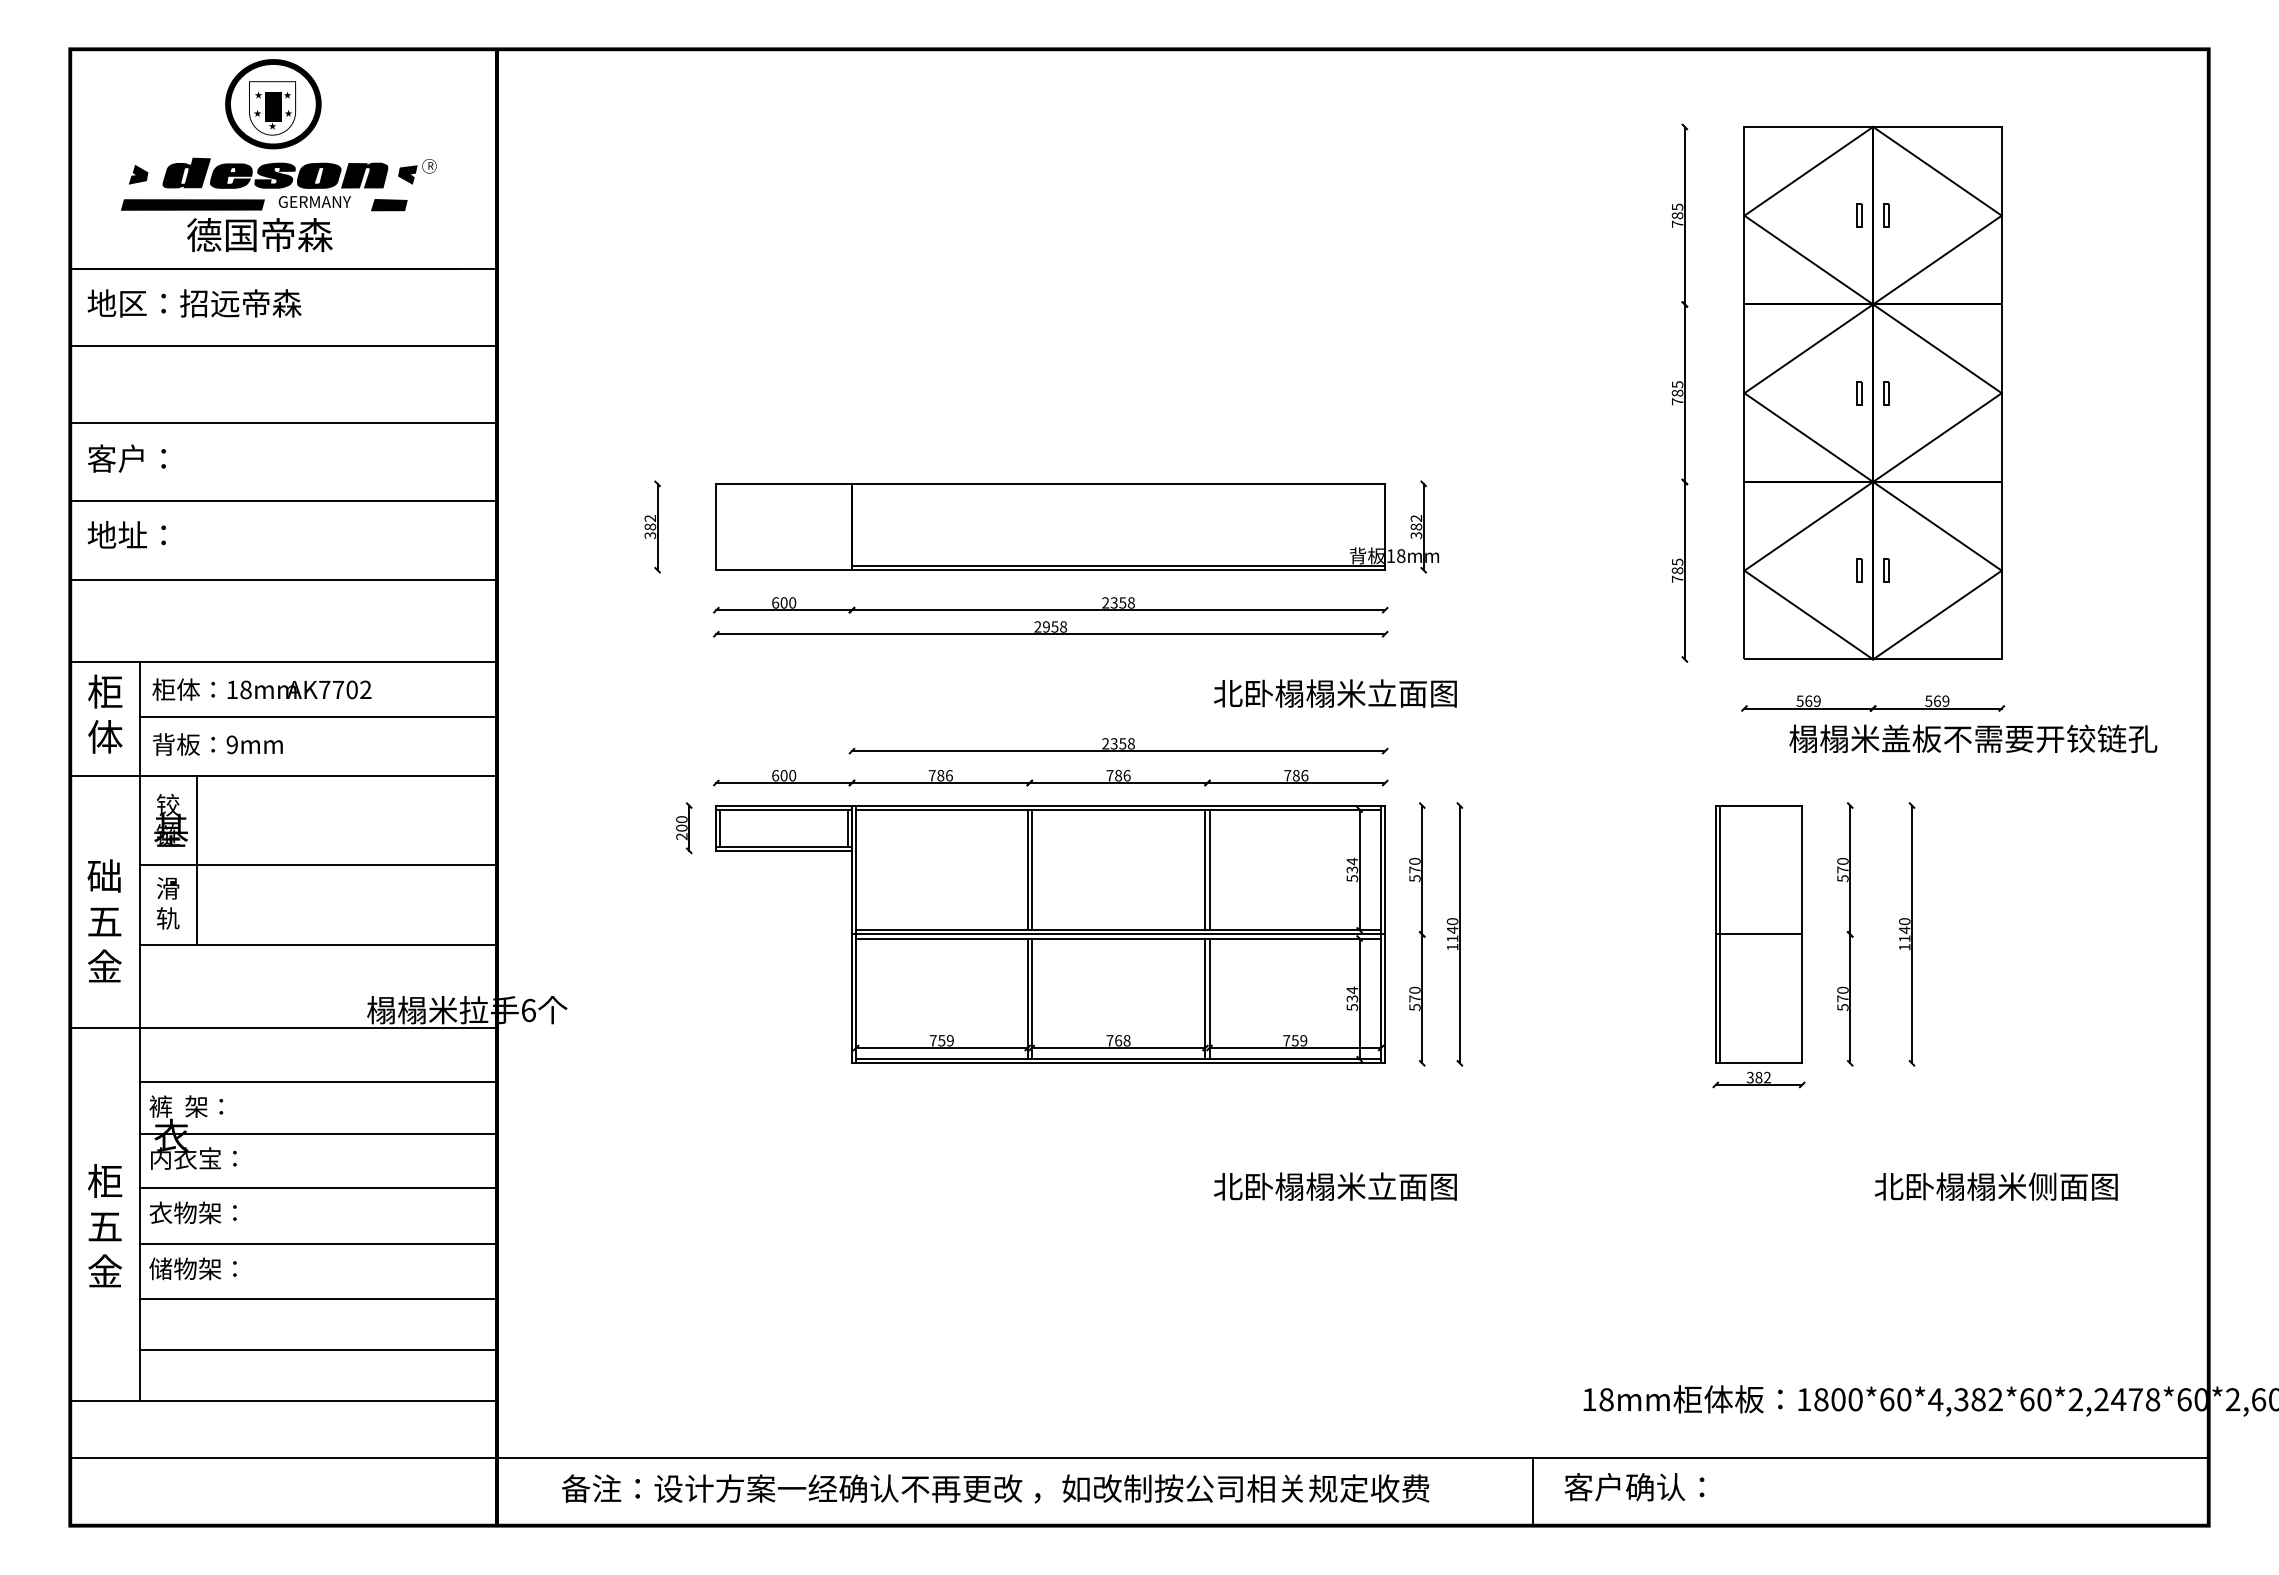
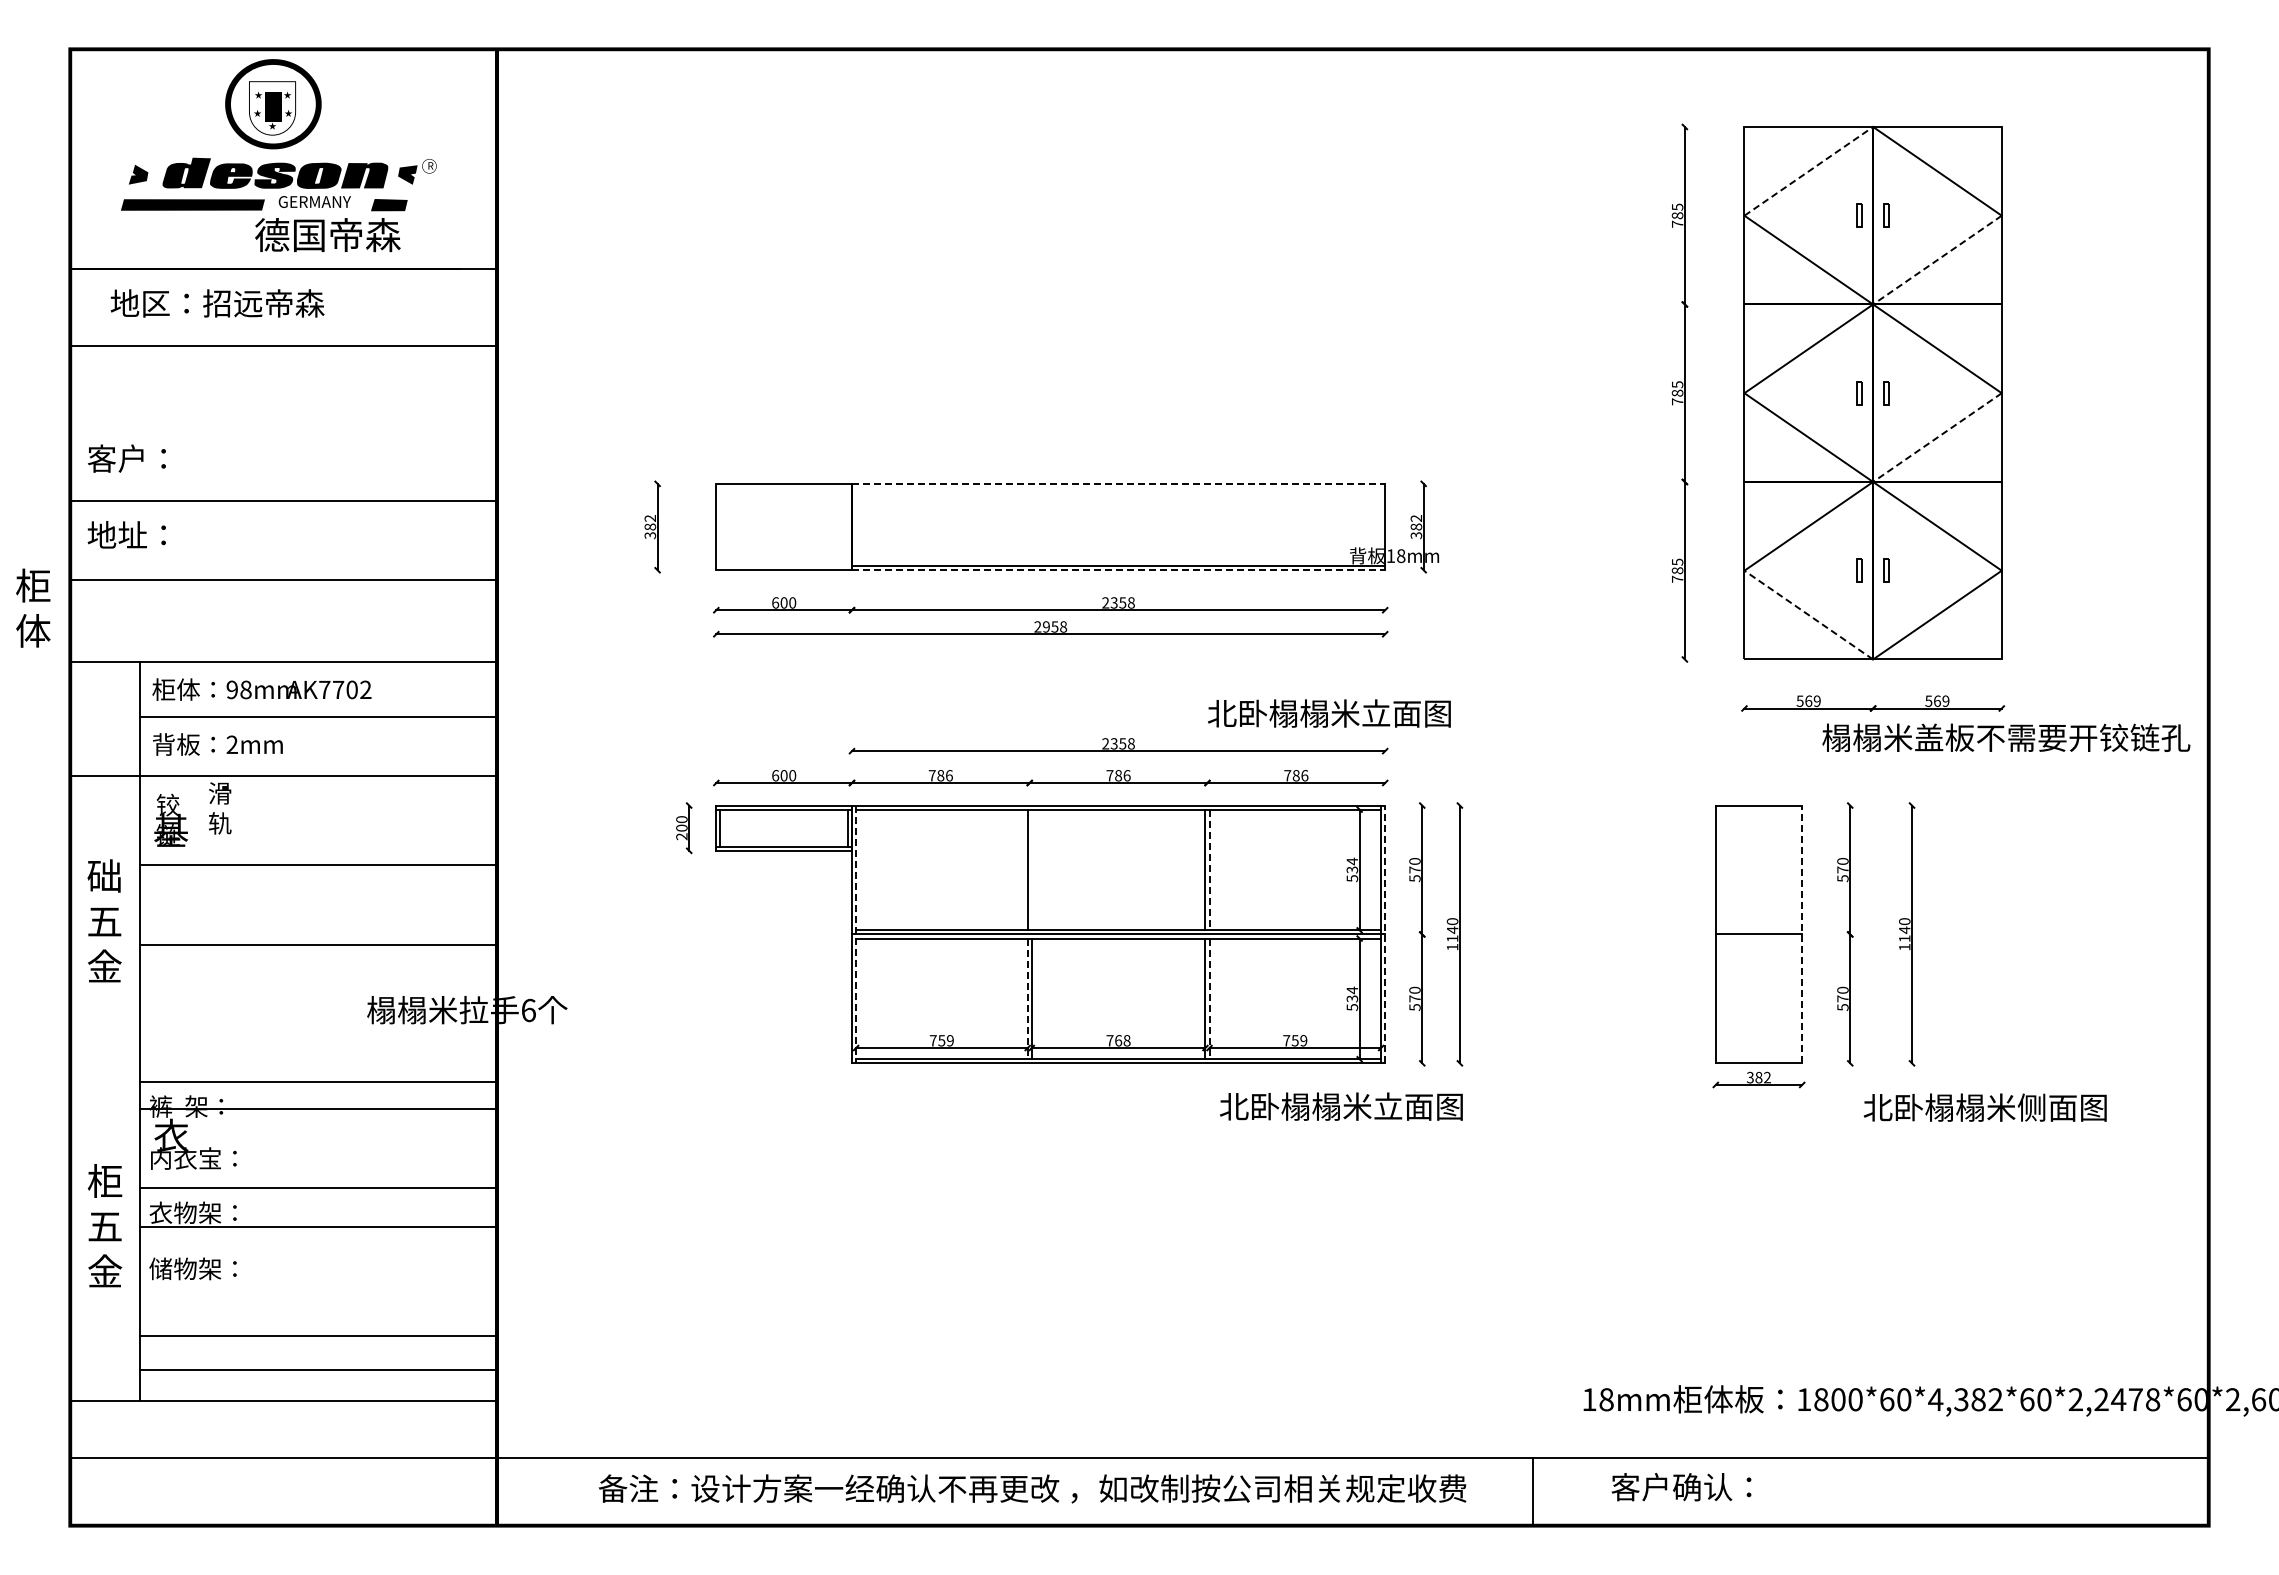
line at (1809, 171): solid -> dashed
text at (259, 235) position: (259, 235) -> (327, 235)
line at (1937, 260): solid -> dashed
text at (194, 303) position: (194, 303) -> (217, 303)
line at (284, 422): present -> none
line at (1937, 437): solid -> dashed
line at (1118, 483): solid -> dashed
line at (1118, 570): solid -> dashed
line at (1808, 614): solid -> dashed
text at (231, 689): 18mm -> 98mm
text at (1335, 693) position: (1335, 693) -> (1329, 713)
text at (105, 713) position: (105, 713) -> (33, 607)
text at (1973, 738) position: (1973, 738) -> (2006, 737)
text at (231, 745): 9mm -> 2mm
line at (196, 860): present -> none
line at (1031, 869): present -> none
line at (1209, 870): solid -> dashed
text at (168, 903) position: (168, 903) -> (220, 808)
line at (856, 934): solid -> dashed
line at (1385, 934): solid -> dashed
line at (1719, 934): present -> none
line at (1802, 934): solid -> dashed
line at (1027, 999): solid -> dashed
line at (1209, 999): solid -> dashed
line at (283, 1028): present -> none
line at (318, 1134) position: (318, 1134) -> (318, 1109)
text at (1335, 1186) position: (1335, 1186) -> (1341, 1106)
text at (1995, 1186) position: (1995, 1186) -> (1984, 1107)
line at (318, 1244) position: (318, 1244) -> (318, 1227)
line at (318, 1299) position: (318, 1299) -> (318, 1336)
line at (318, 1349) position: (318, 1349) -> (318, 1369)
text at (1634, 1487) position: (1634, 1487) -> (1681, 1487)
text at (995, 1488) position: (995, 1488) -> (1032, 1488)
